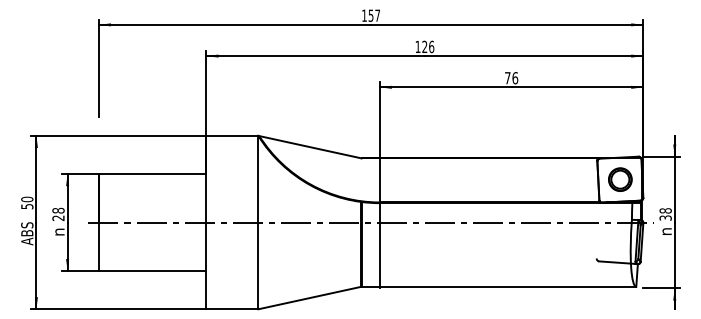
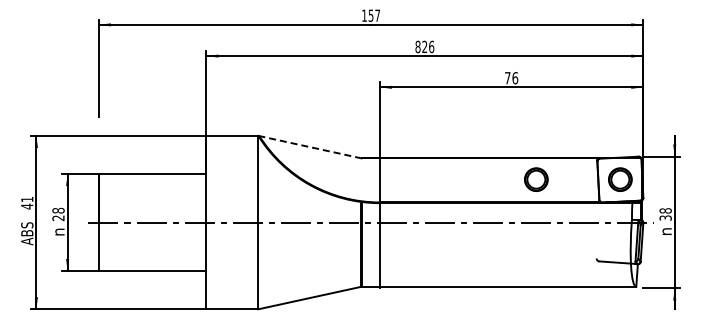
text at (417, 46): 126 -> 826
line at (310, 147): solid -> dashed
part at (536, 179): none -> present
text at (27, 202): 50 -> 41
